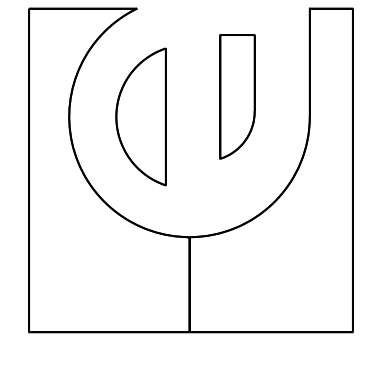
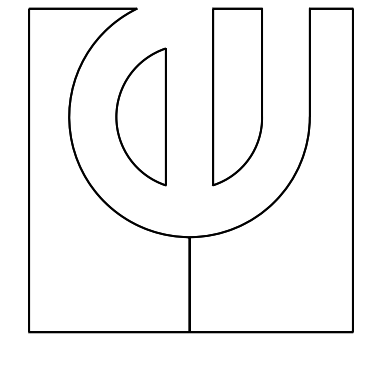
part at (237, 96) size: 37x126 px -> 51x180 px
